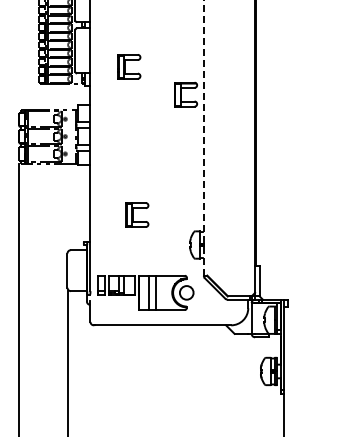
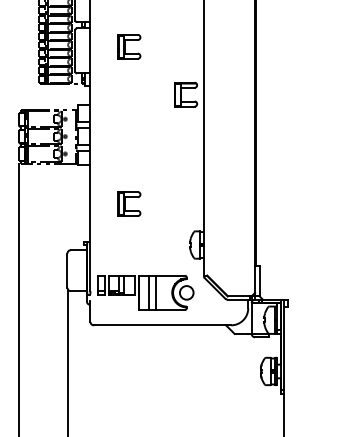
part at (129, 66) position: (129, 66) -> (129, 46)
line at (203, 137): dashed -> solid
part at (137, 214) position: (137, 214) -> (129, 203)
